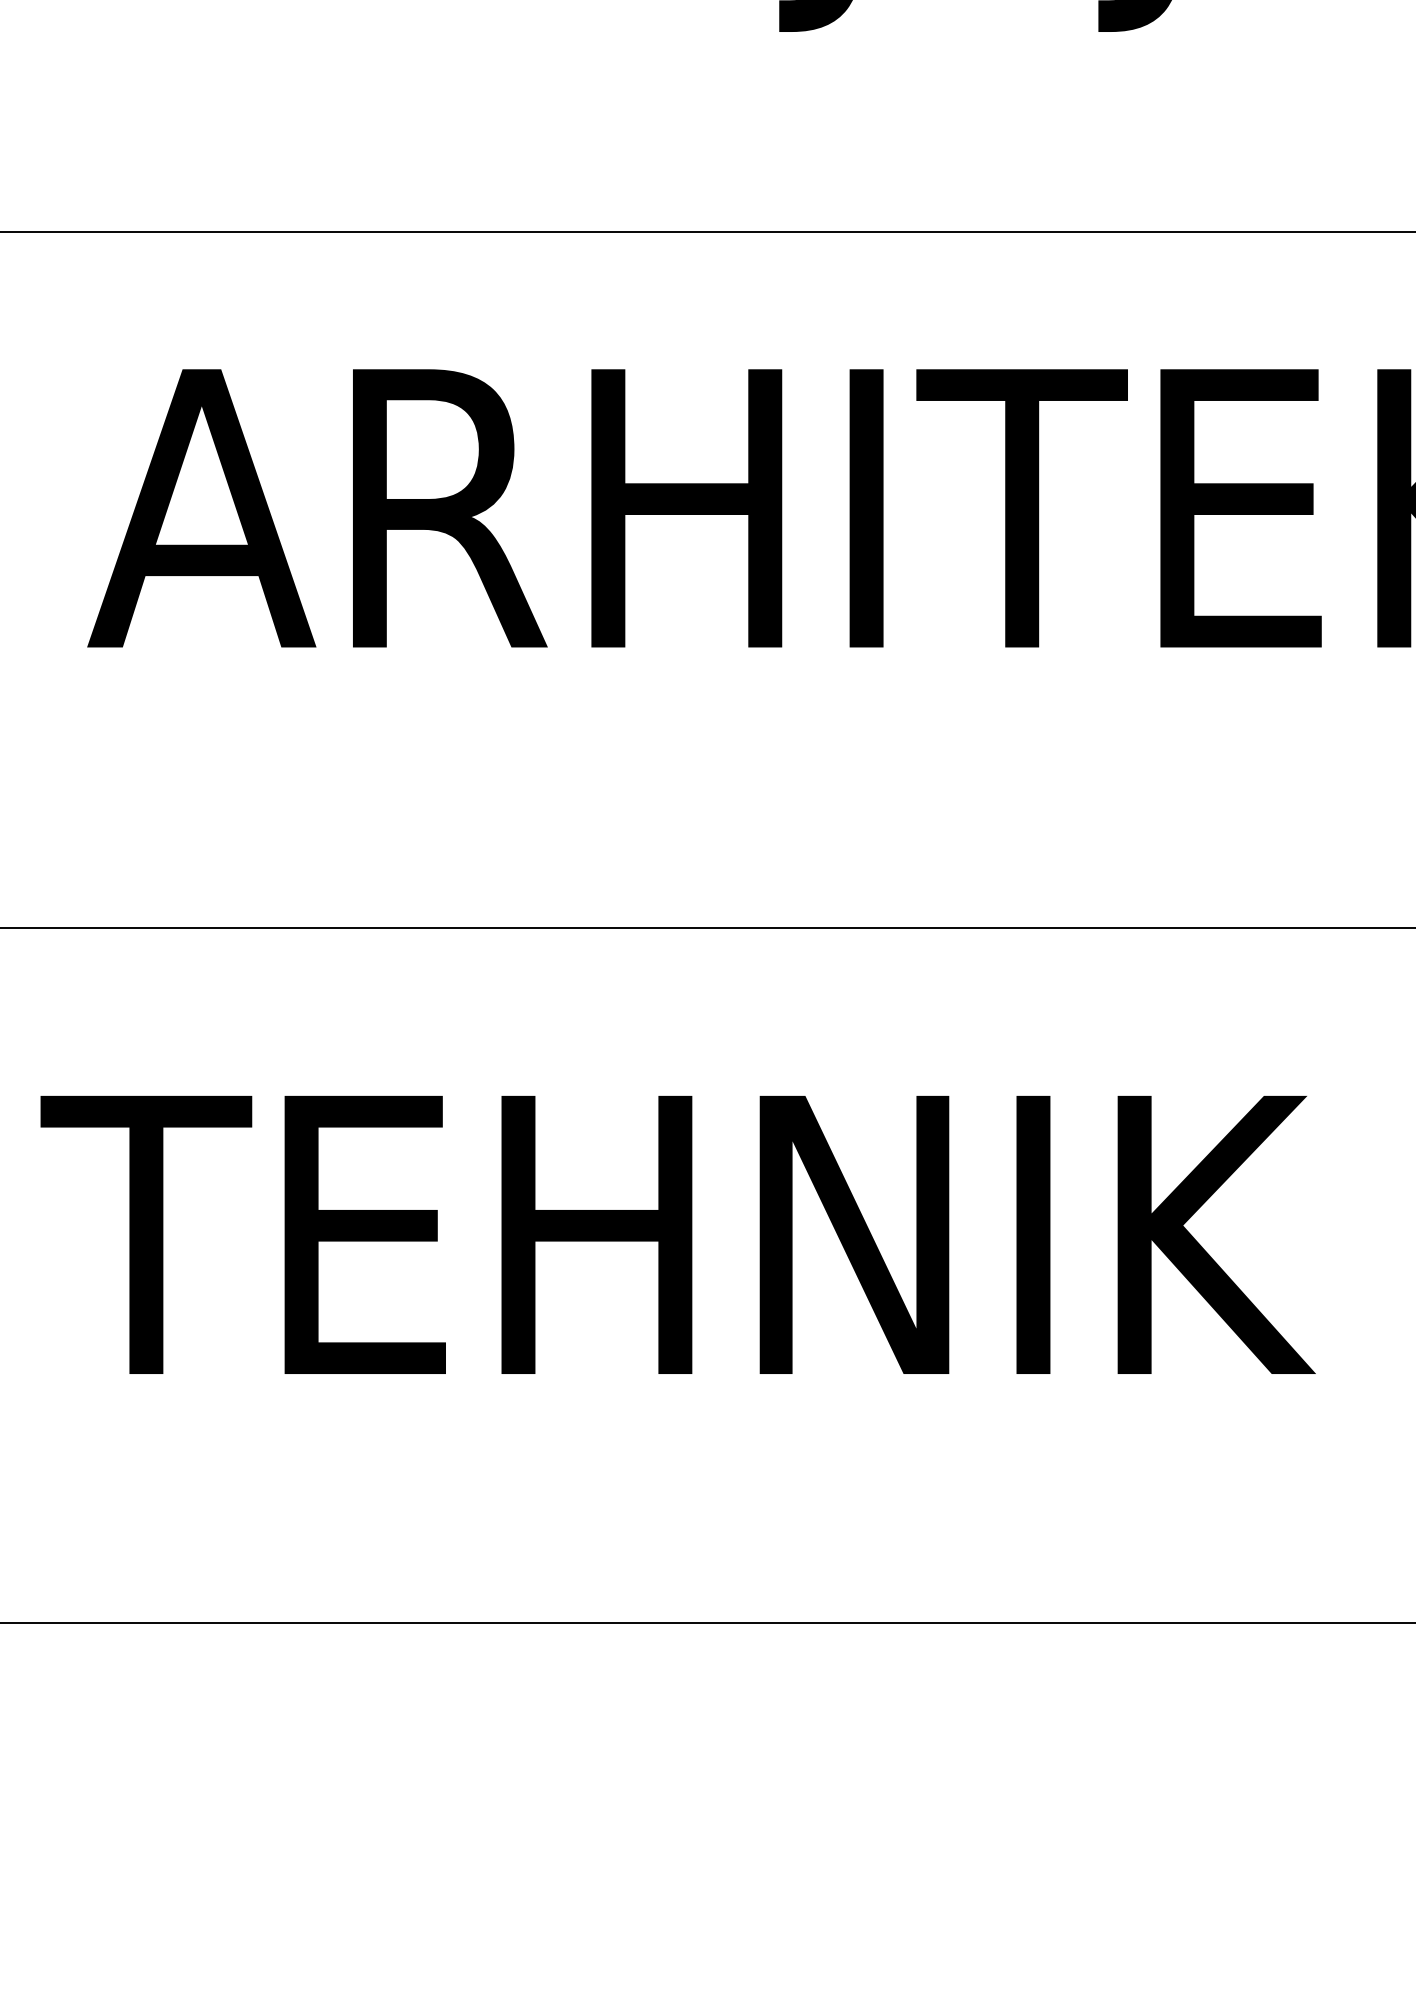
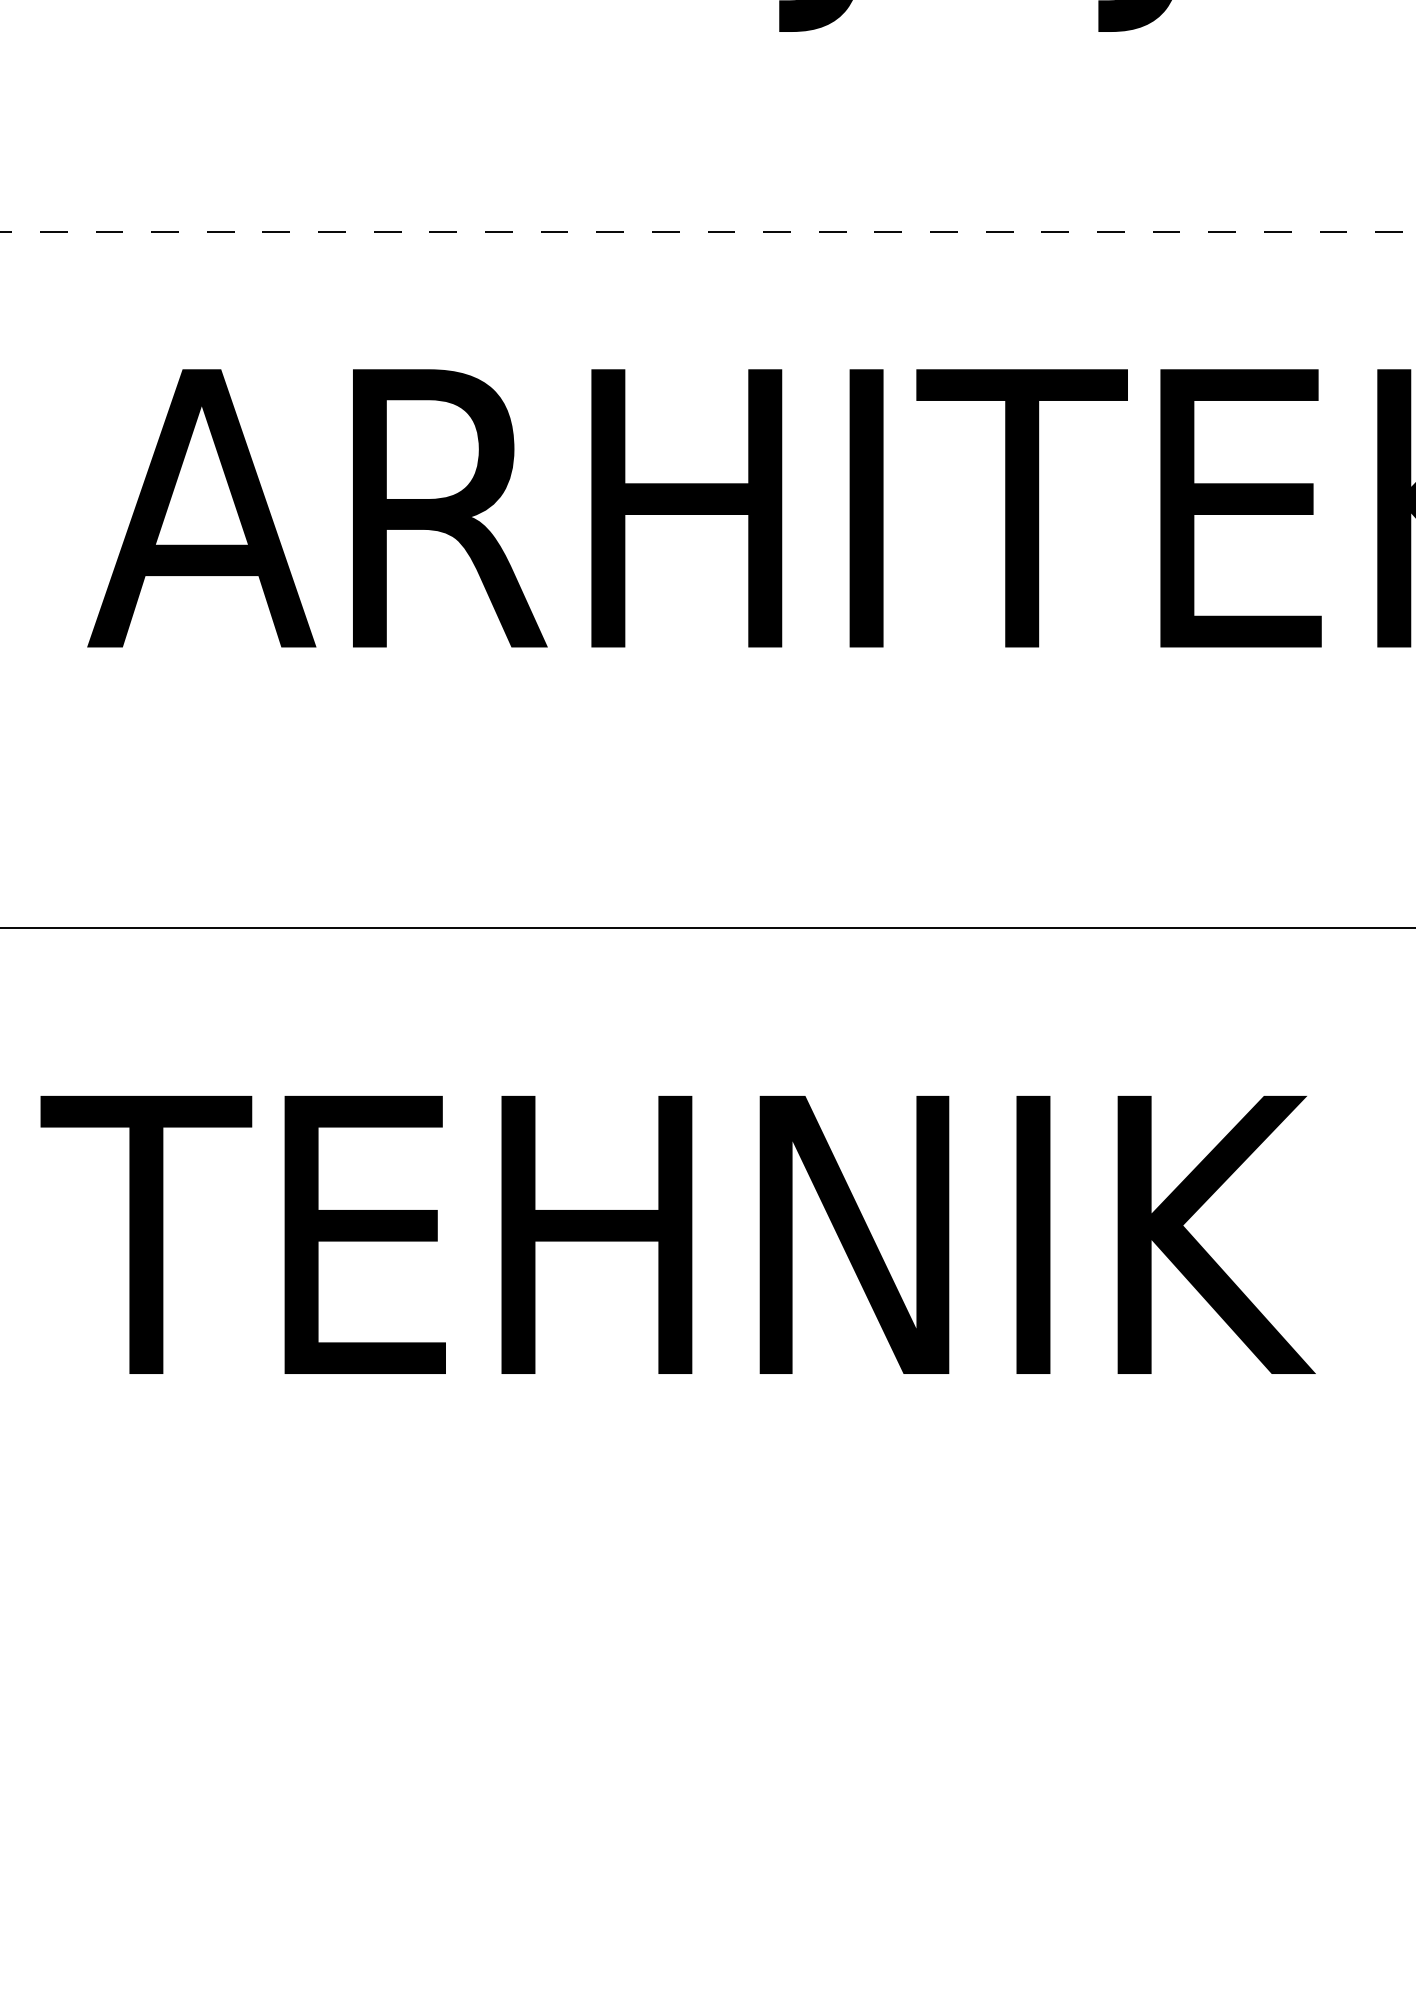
line at (708, 232): solid -> dashed
line at (707, 1623): present -> none
